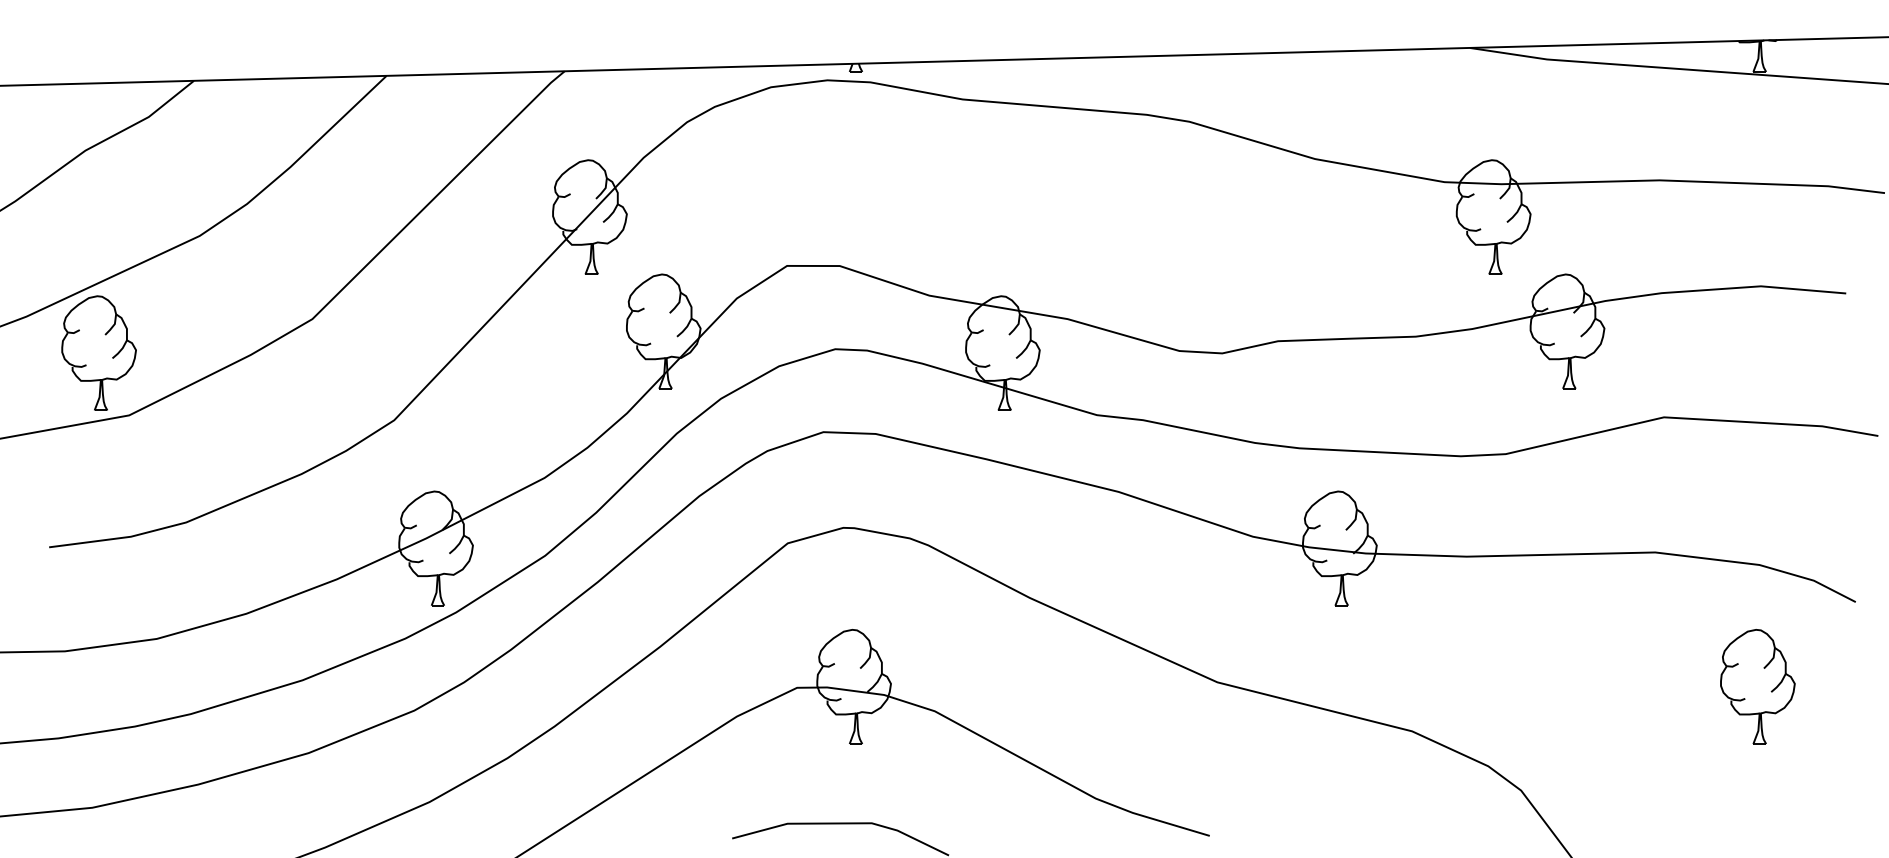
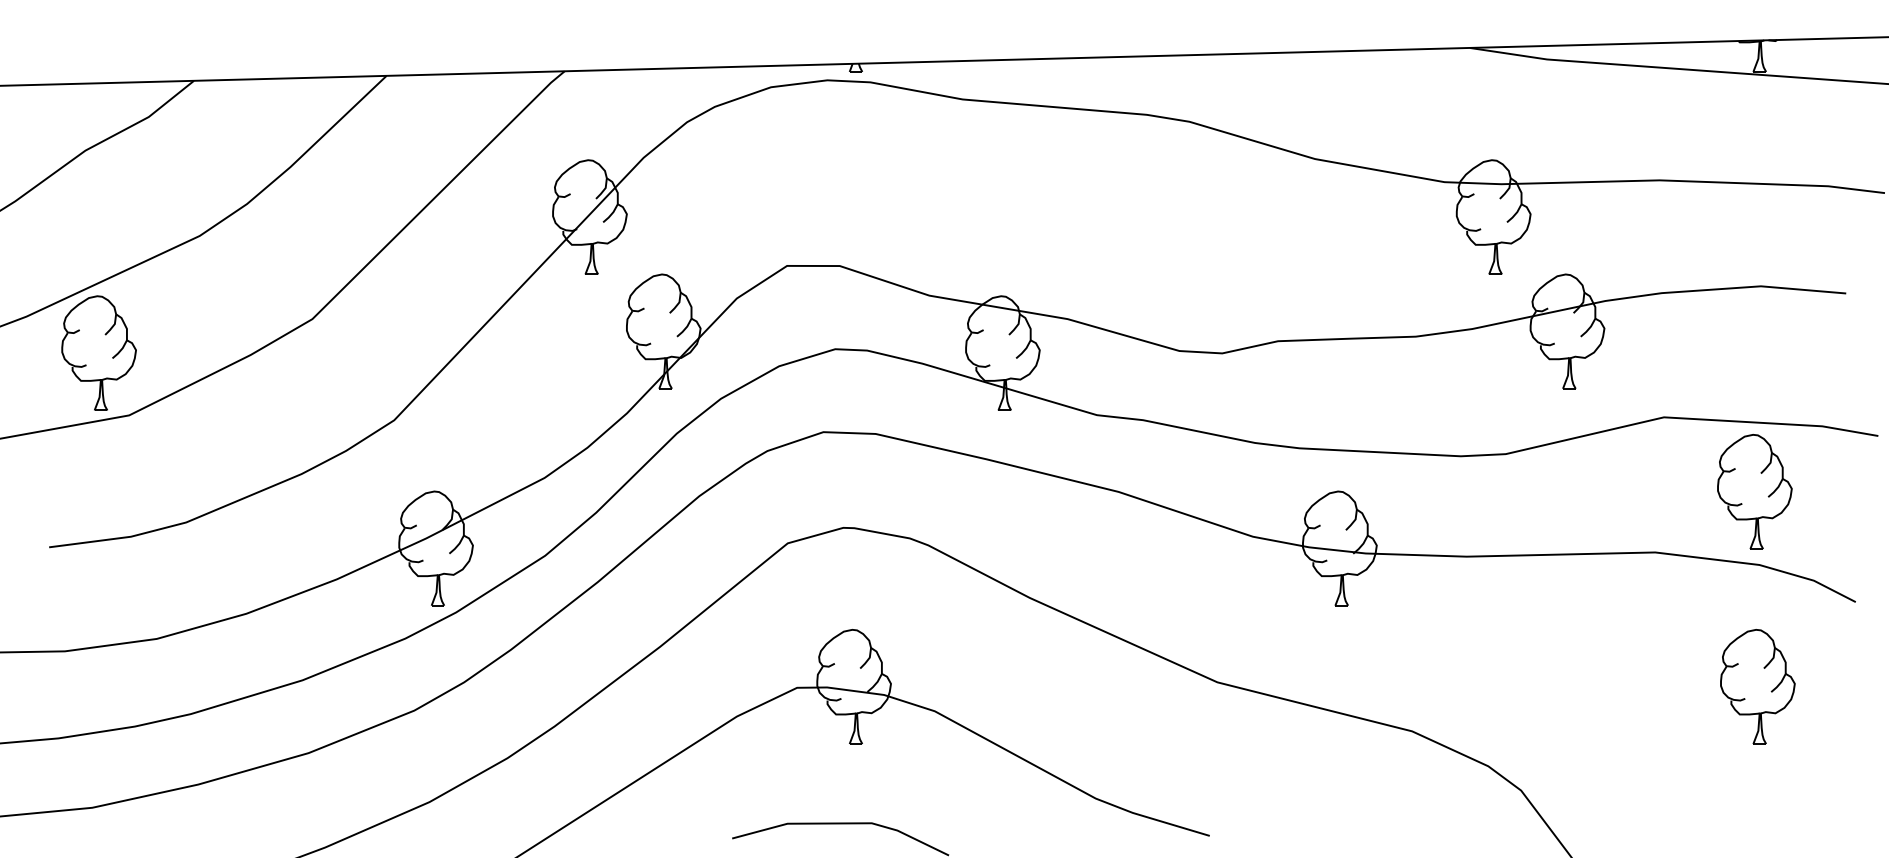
part at (1754, 491): none -> present
